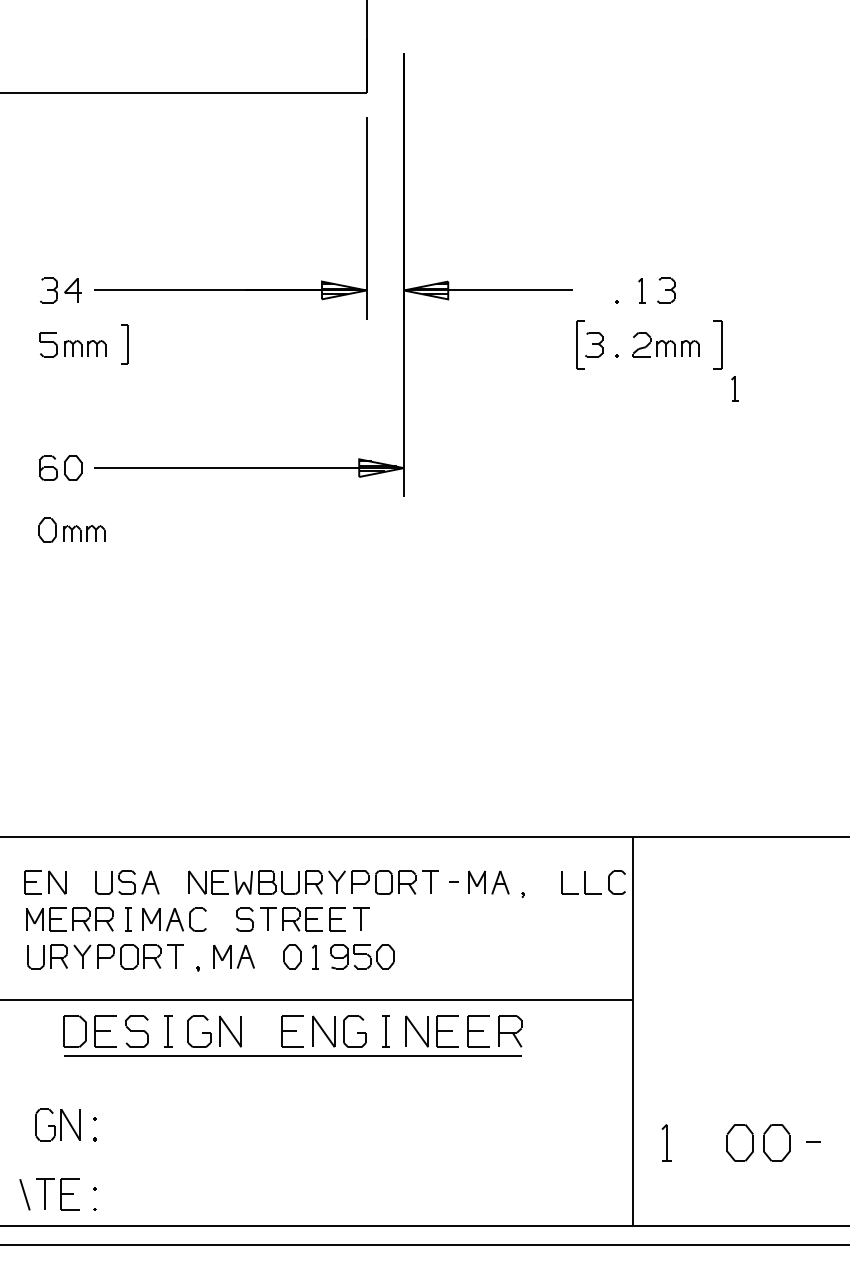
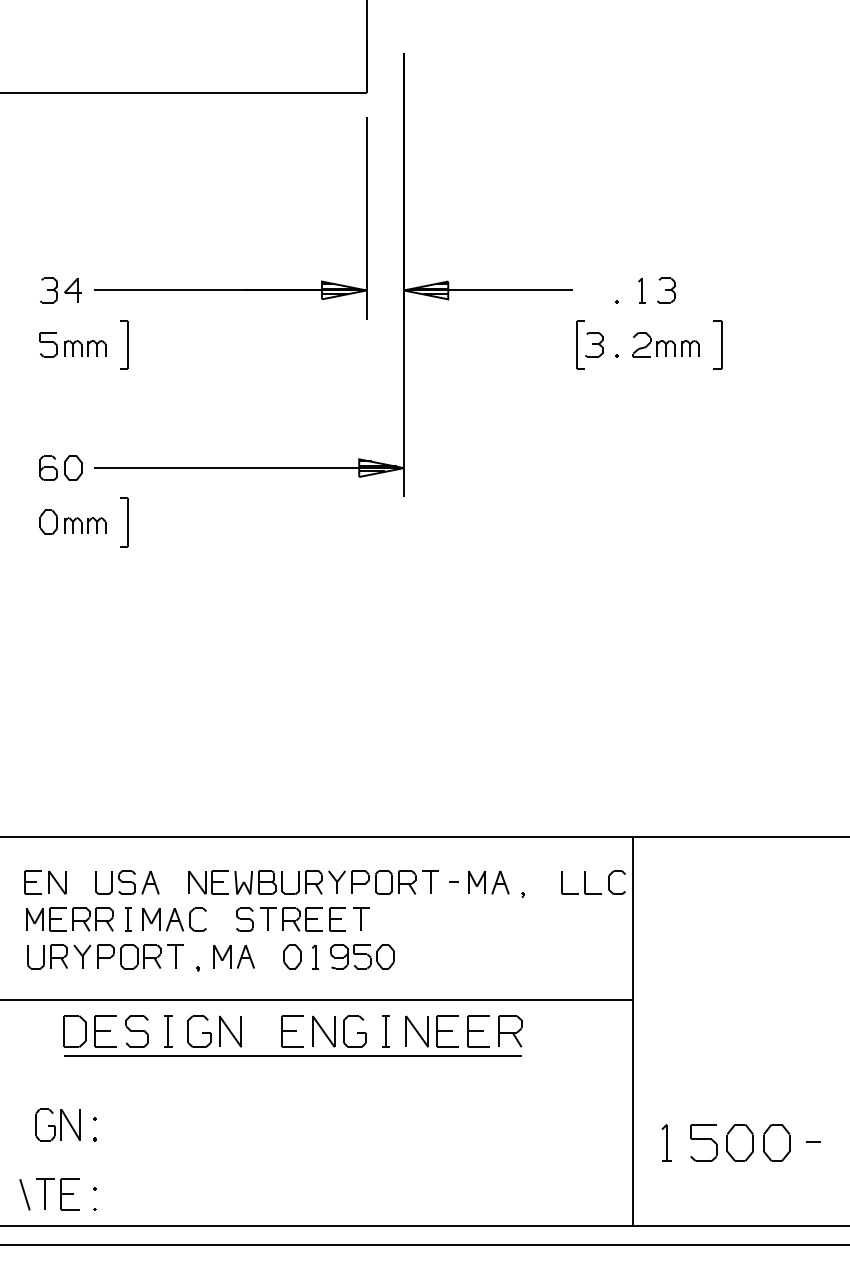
part at (124, 344) size: 8x41 px -> 9x50 px
part at (734, 388): present -> none
part at (124, 522): none -> present
part at (71, 529) position: (71, 529) -> (72, 521)
part at (703, 1142): none -> present
